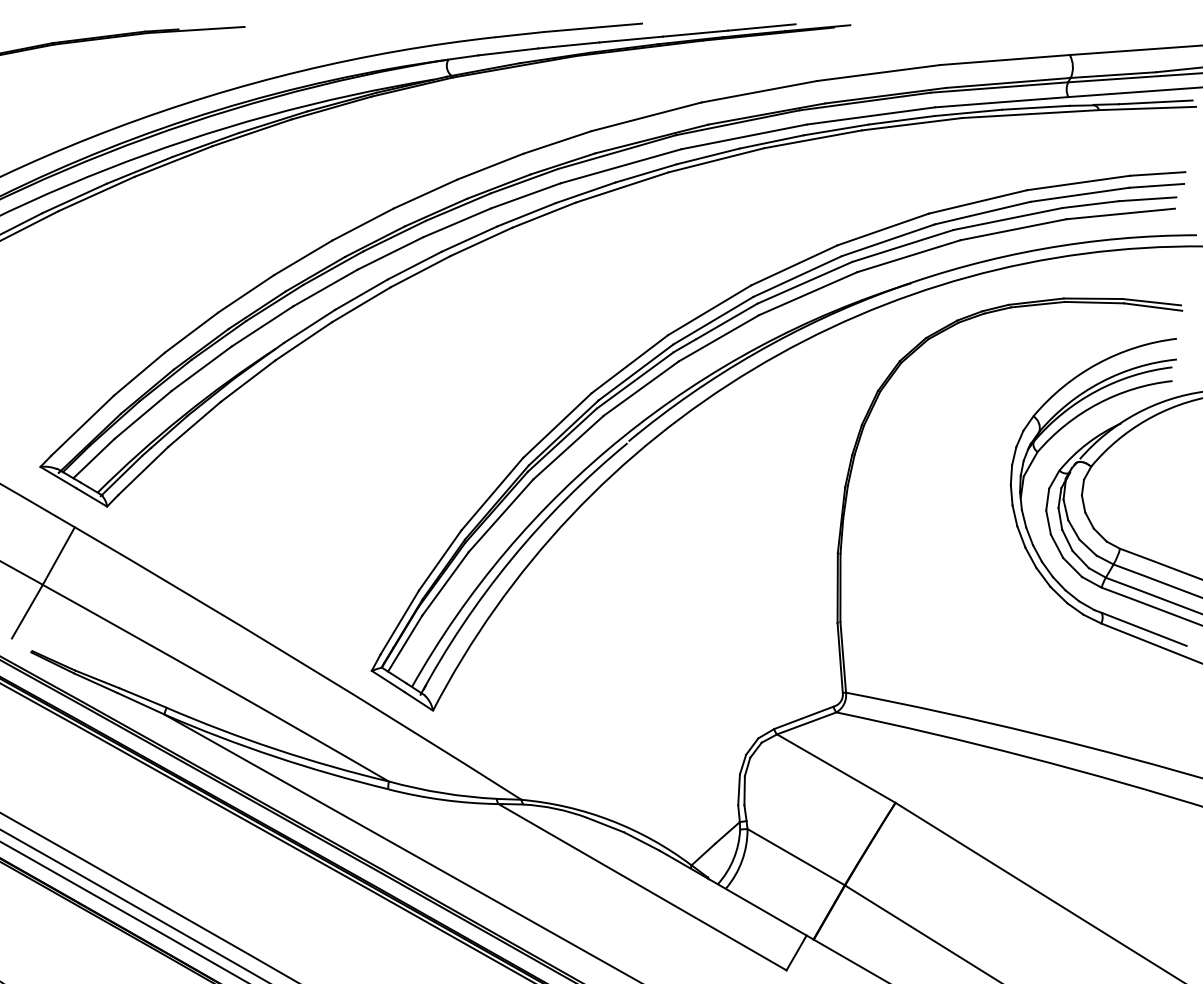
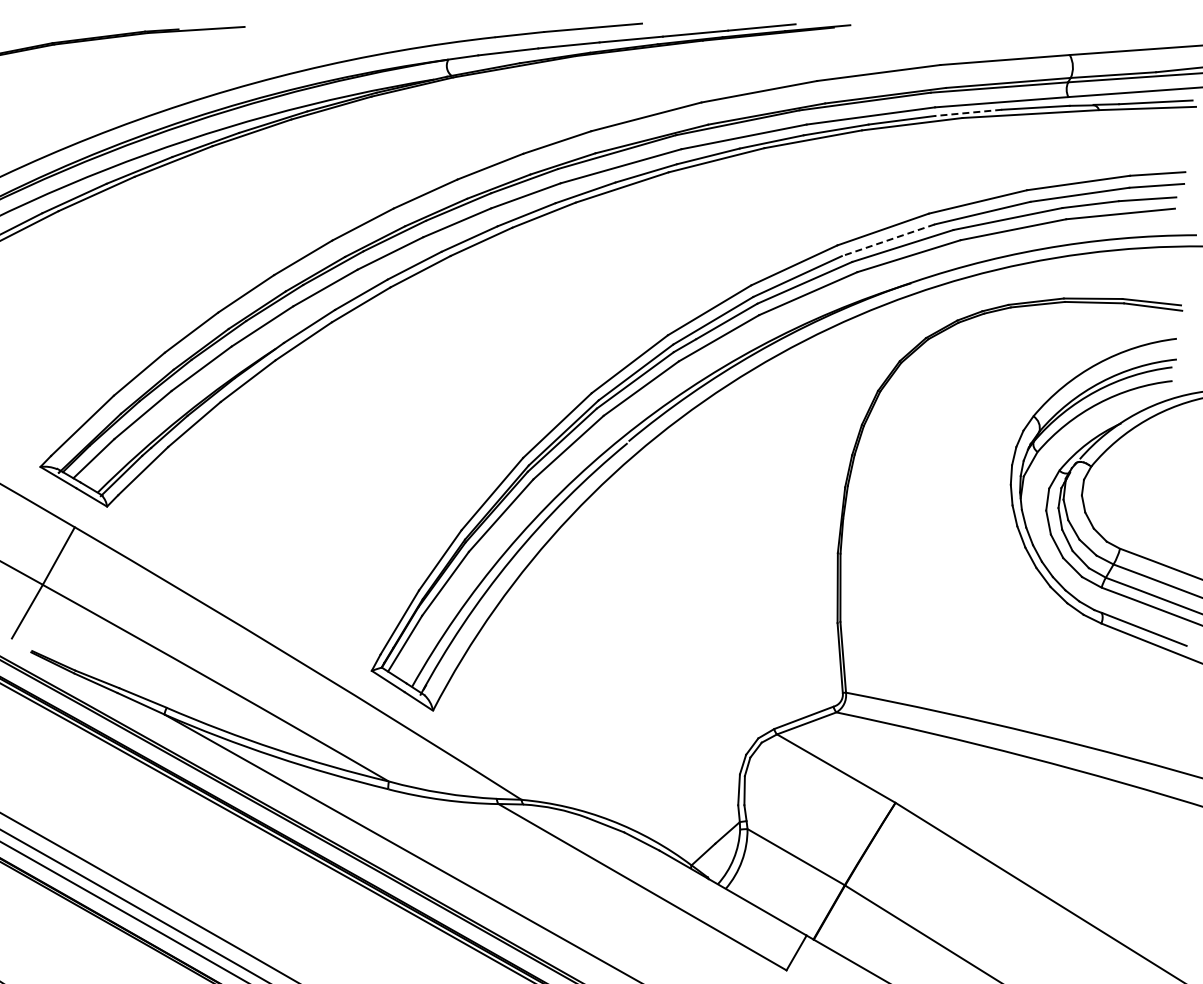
line at (968, 112): solid -> dashed
line at (887, 240): solid -> dashed
